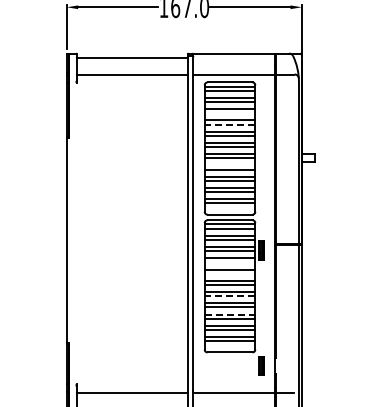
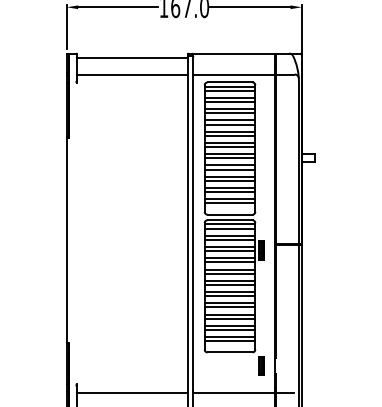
line at (229, 113): none -> present
line at (229, 124): dashed -> solid
line at (229, 165): none -> present
line at (229, 262): none -> present
line at (229, 273): none -> present
line at (229, 296): dashed -> solid
line at (230, 314): dashed -> solid
